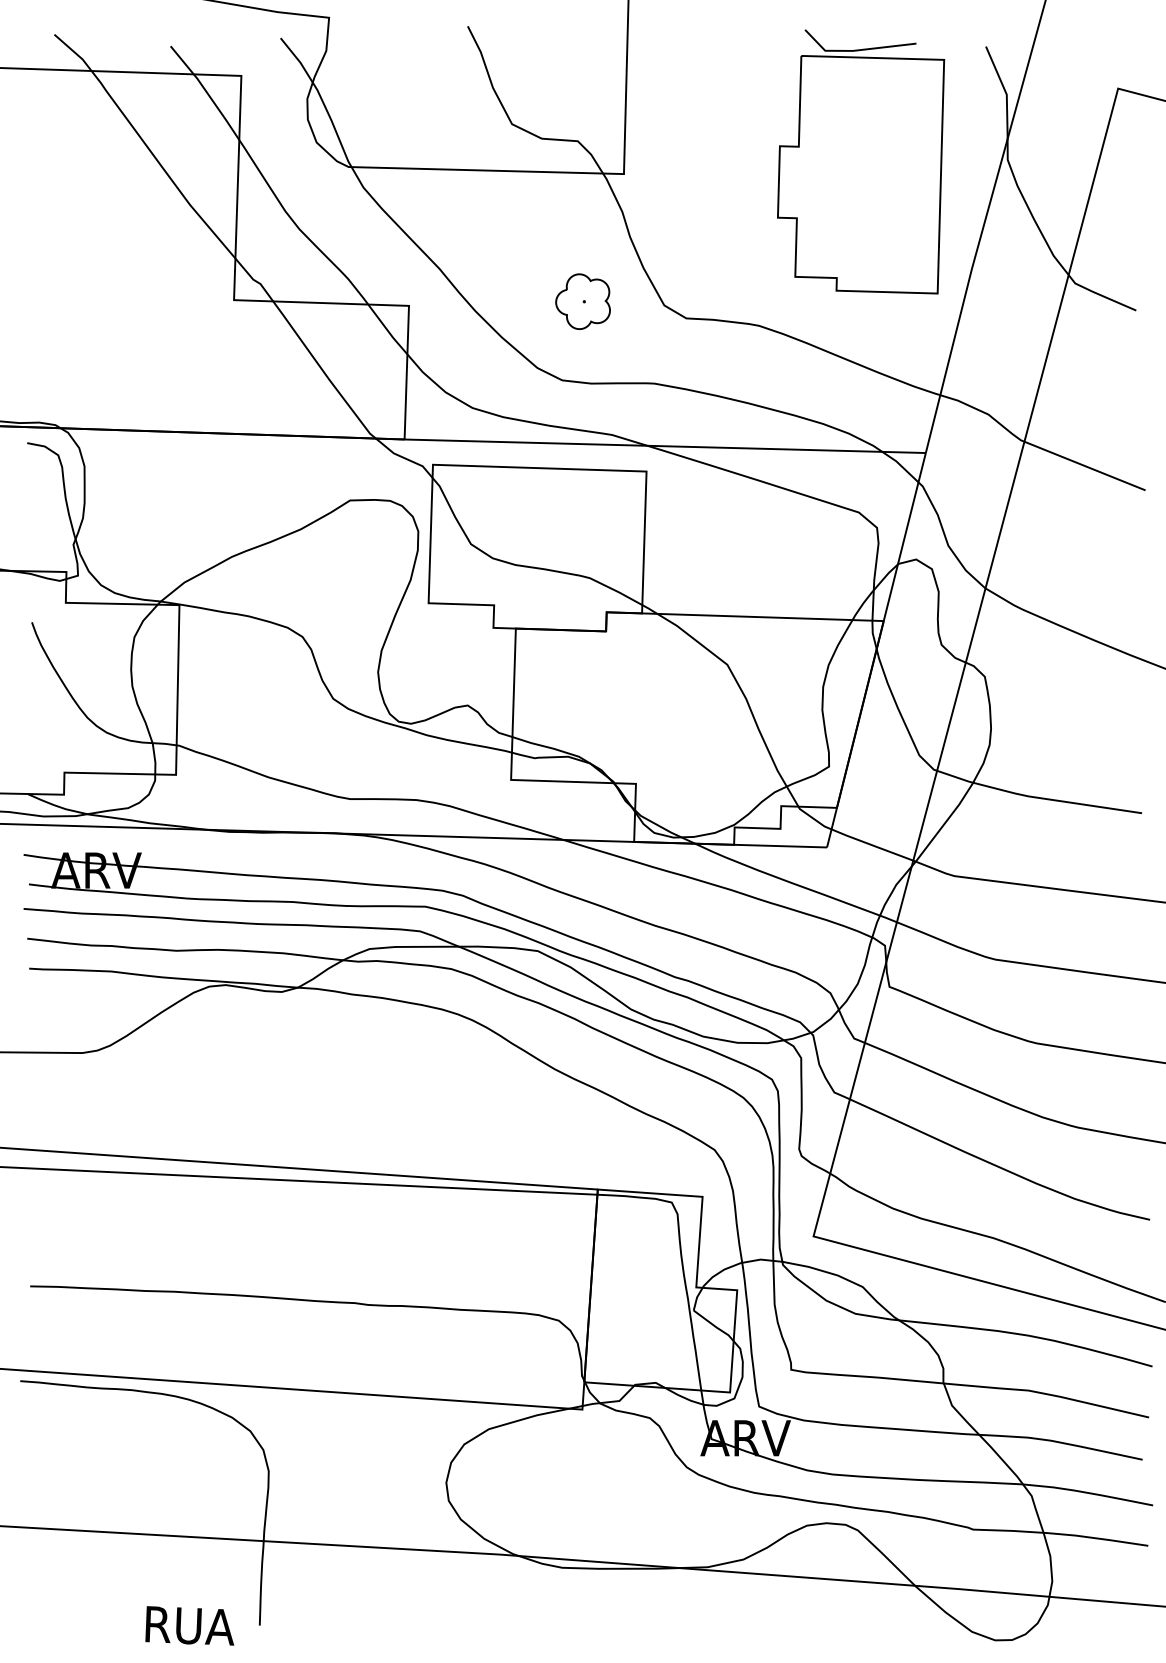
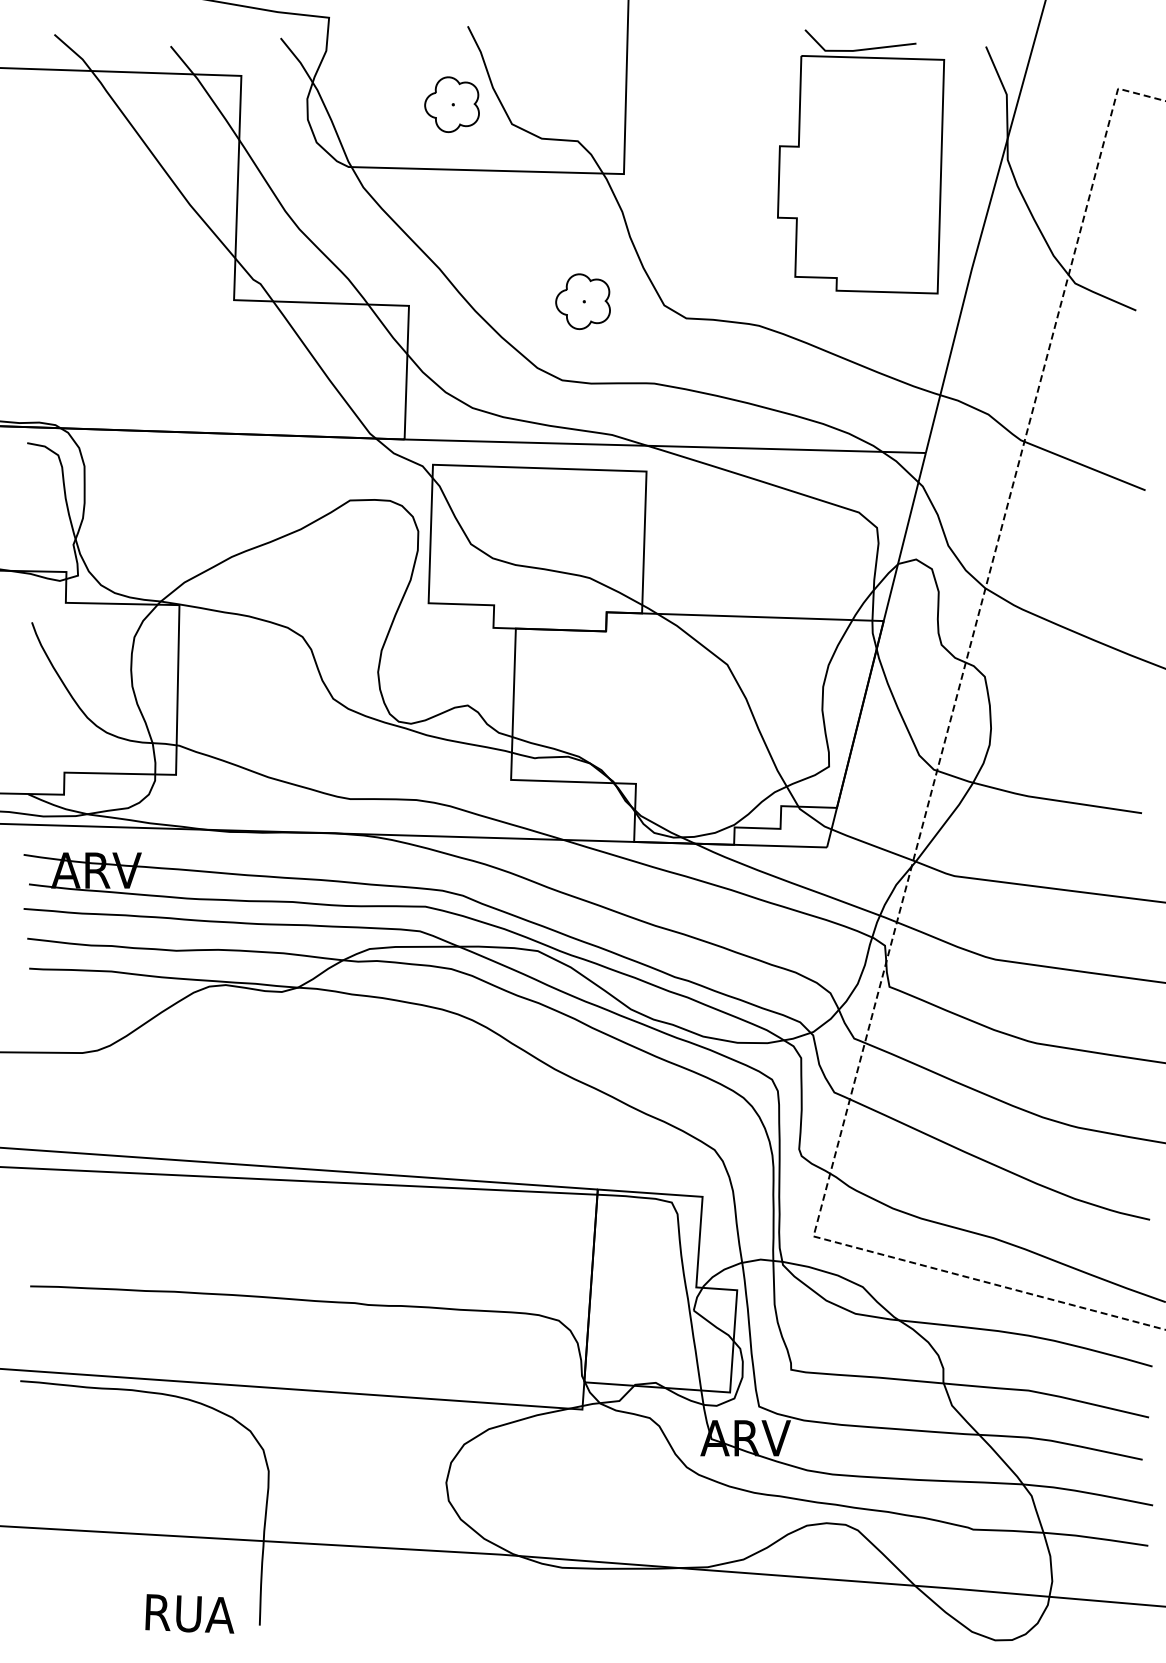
part at (451, 104): none -> present
line at (925, 815): solid -> dashed
text at (189, 1625) position: (189, 1625) -> (189, 1613)
